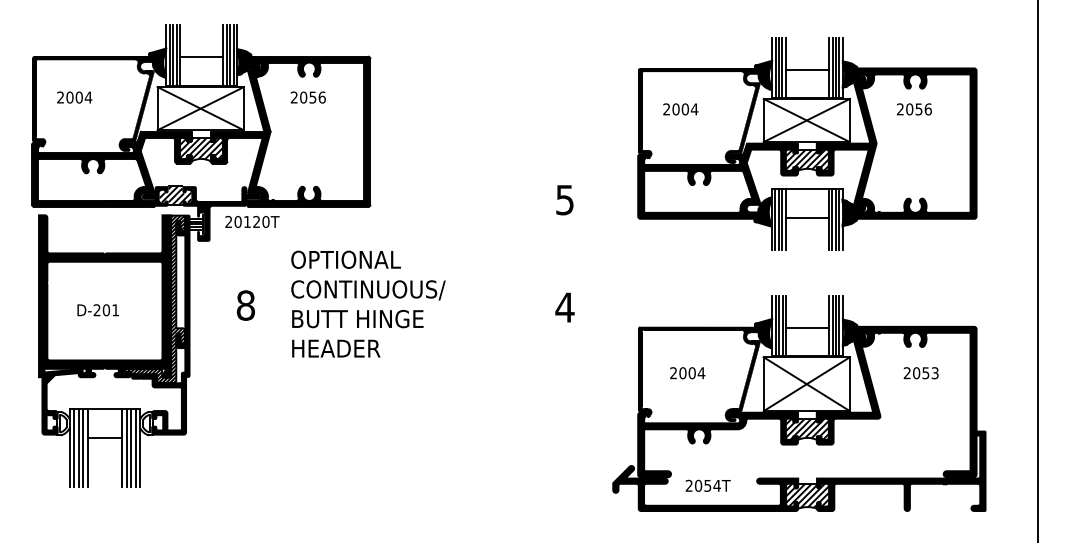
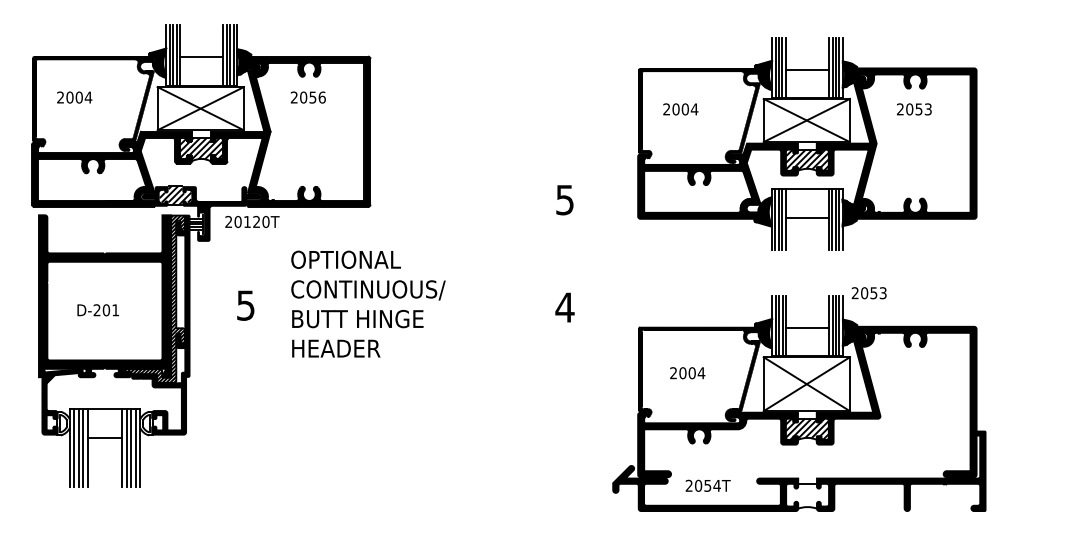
text at (927, 109): 2056 -> 2053
line at (1037, 270): present -> none
text at (245, 305): 8 -> 5
text at (920, 373) position: (920, 373) -> (868, 293)
hatch at (807, 495): present -> none
